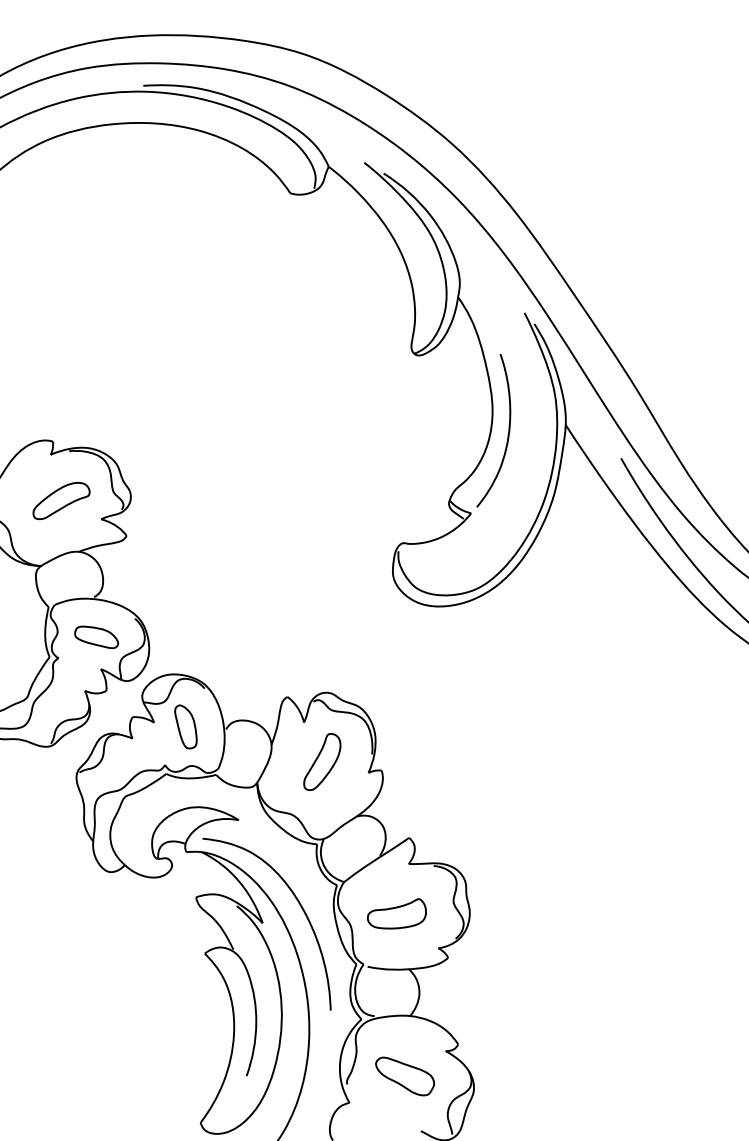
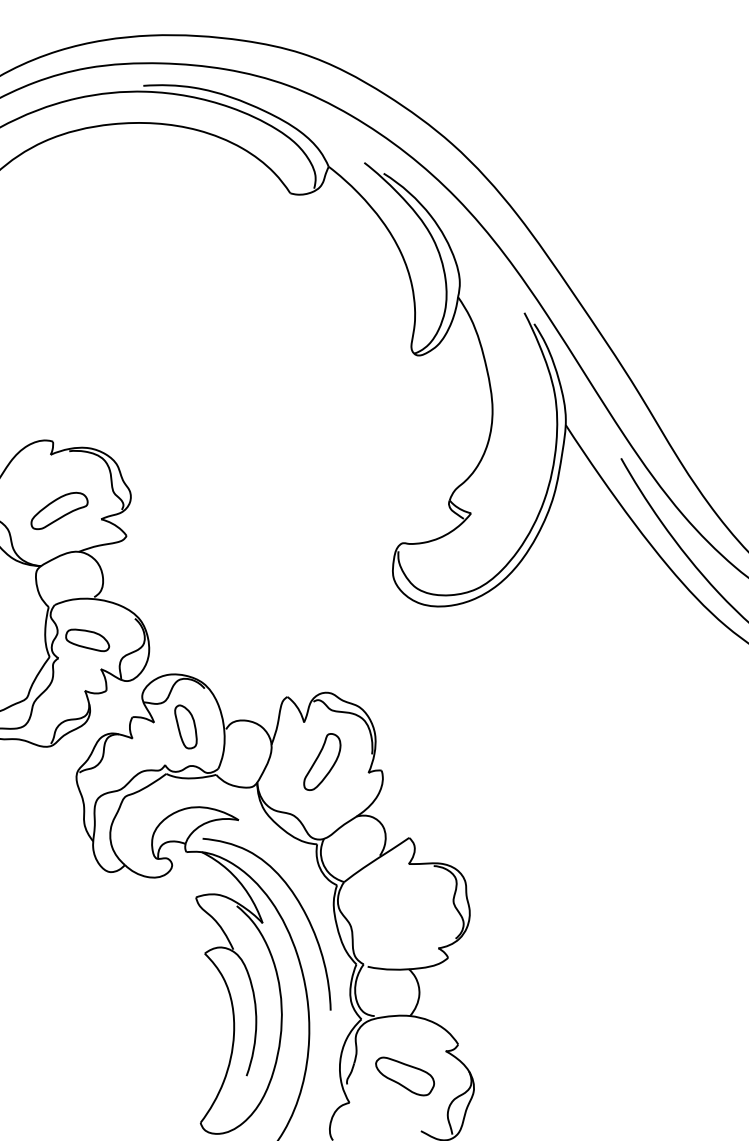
curve at (507, 434): present -> none
part at (61, 500) position: (61, 500) -> (59, 510)
part at (96, 637) position: (96, 637) -> (87, 640)
part at (396, 913): present -> none
